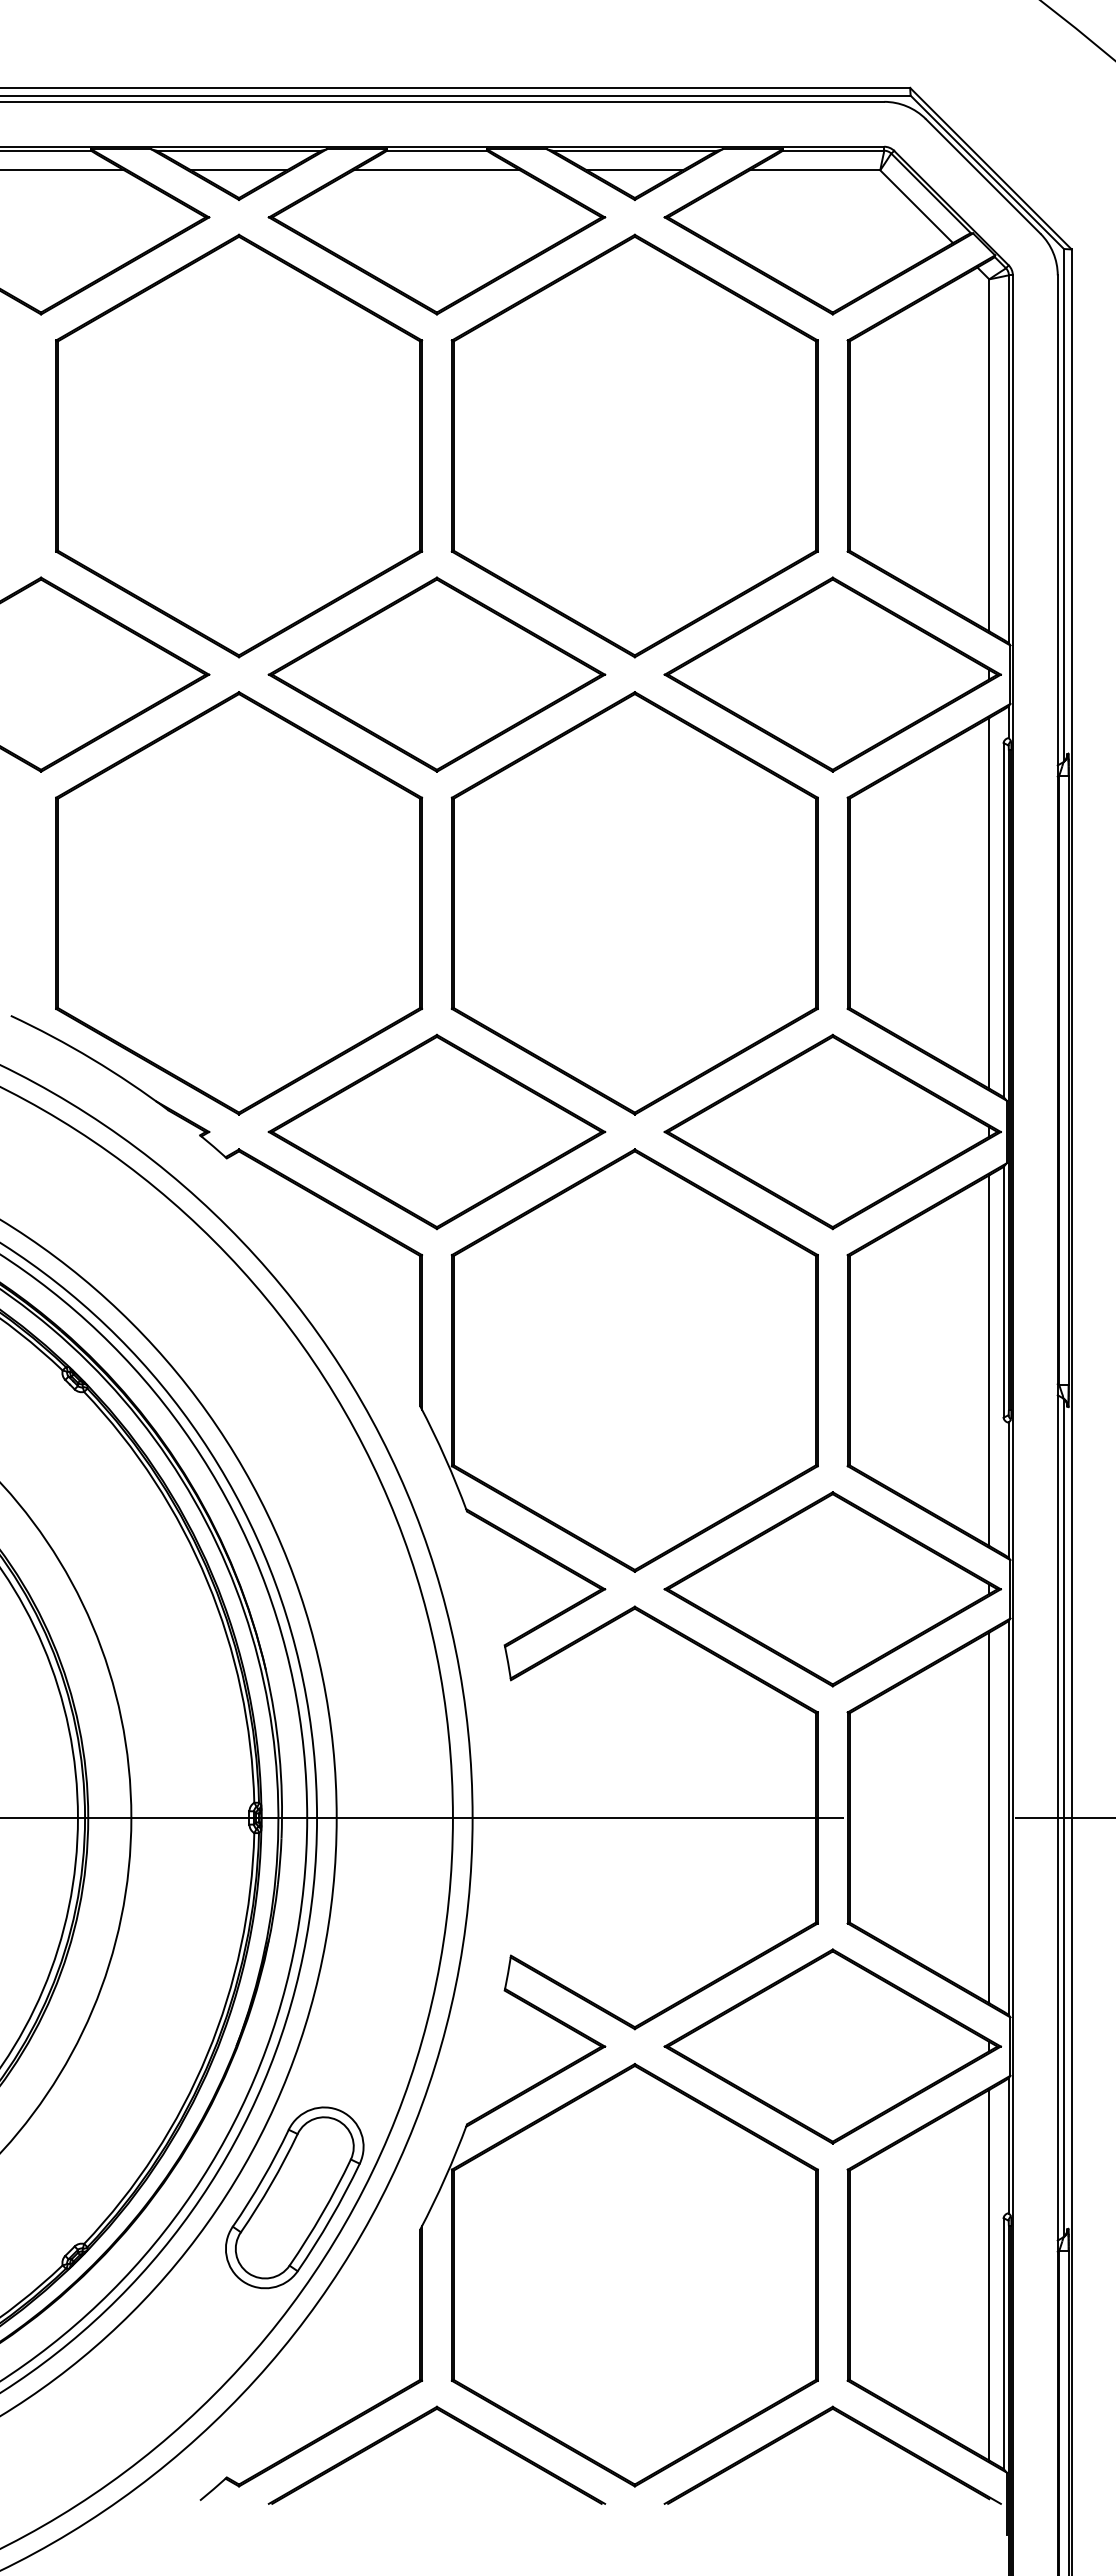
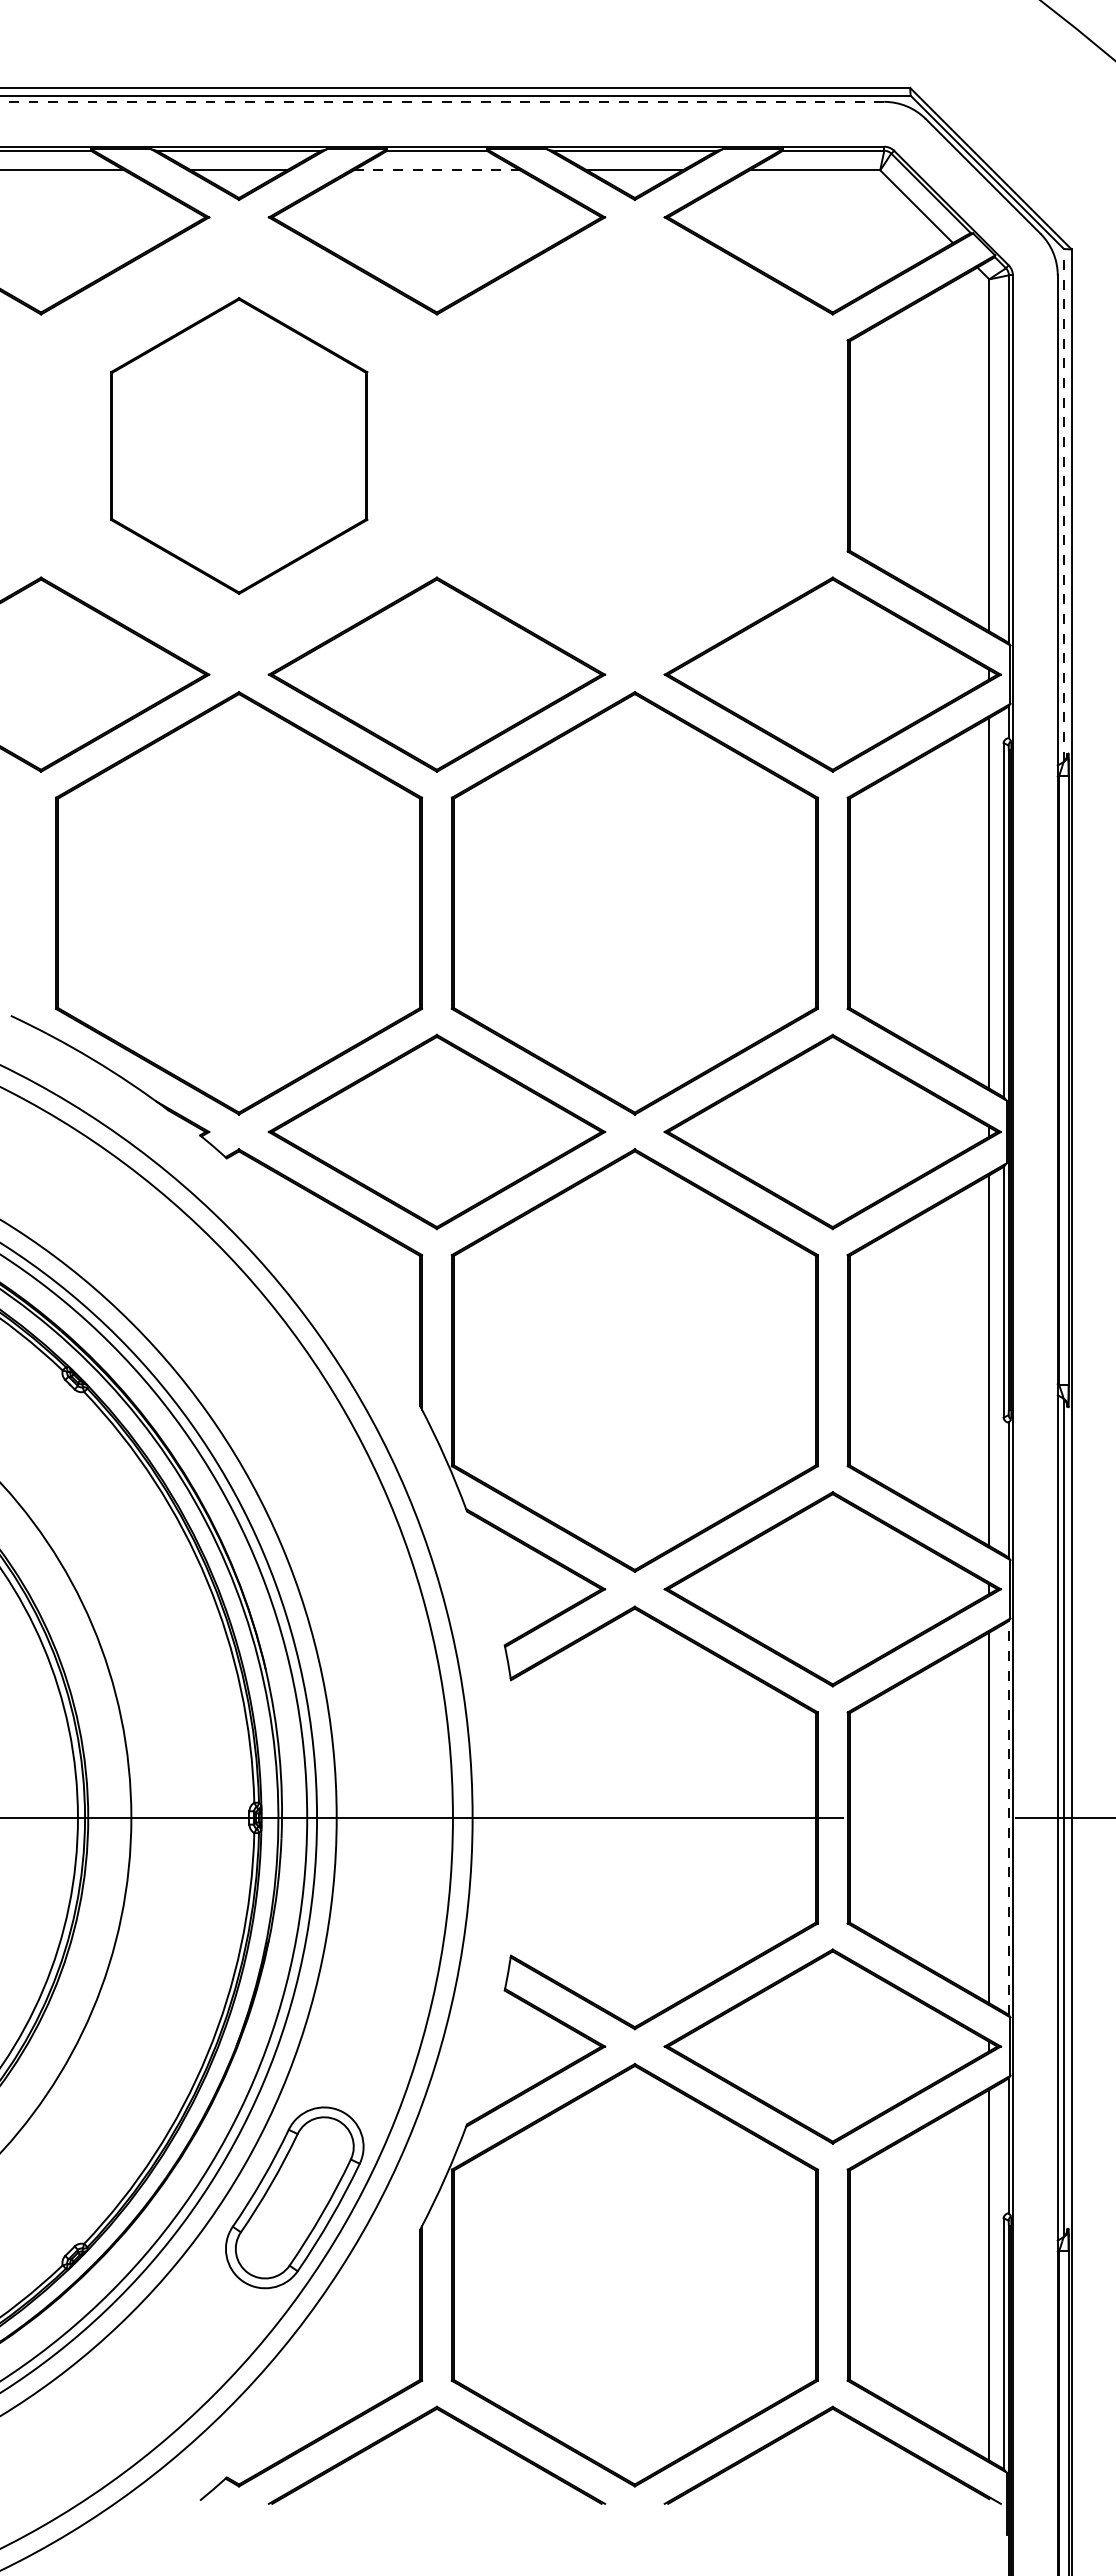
line at (442, 101): solid -> dashed
line at (437, 170): solid -> dashed
part at (239, 445) size: 369x426 px -> 259x298 px
part at (634, 445): present -> none
line at (1063, 504): solid -> dashed
line at (1008, 1817): solid -> dashed
